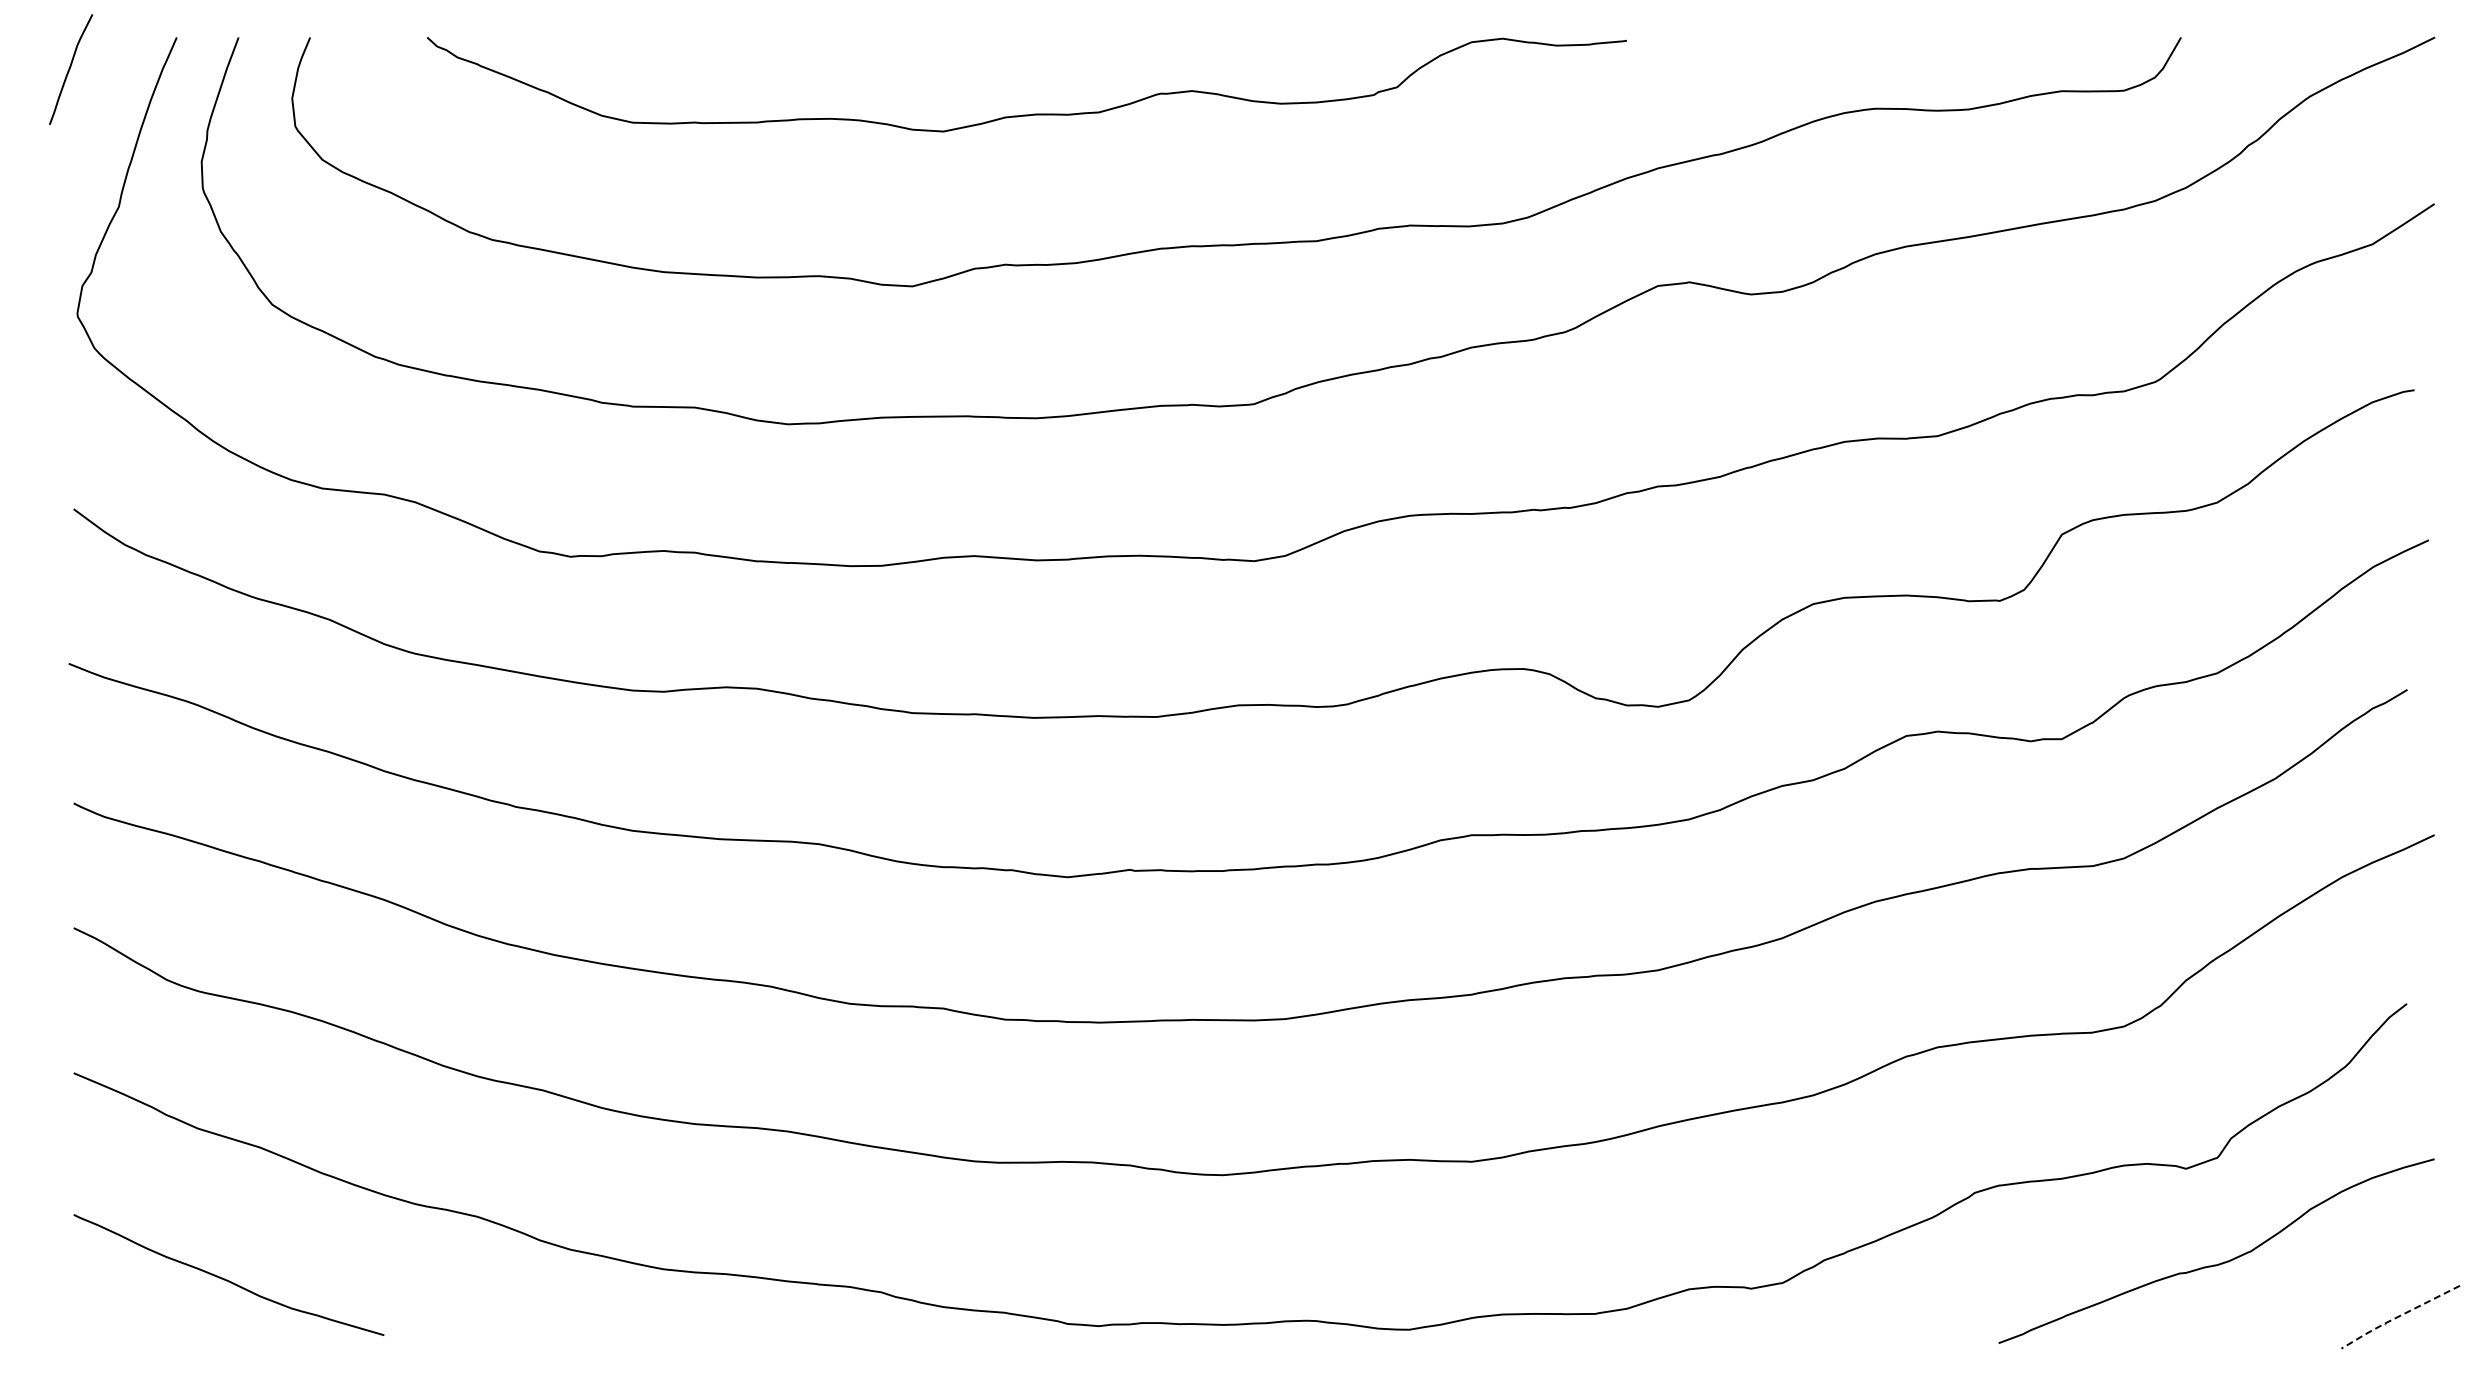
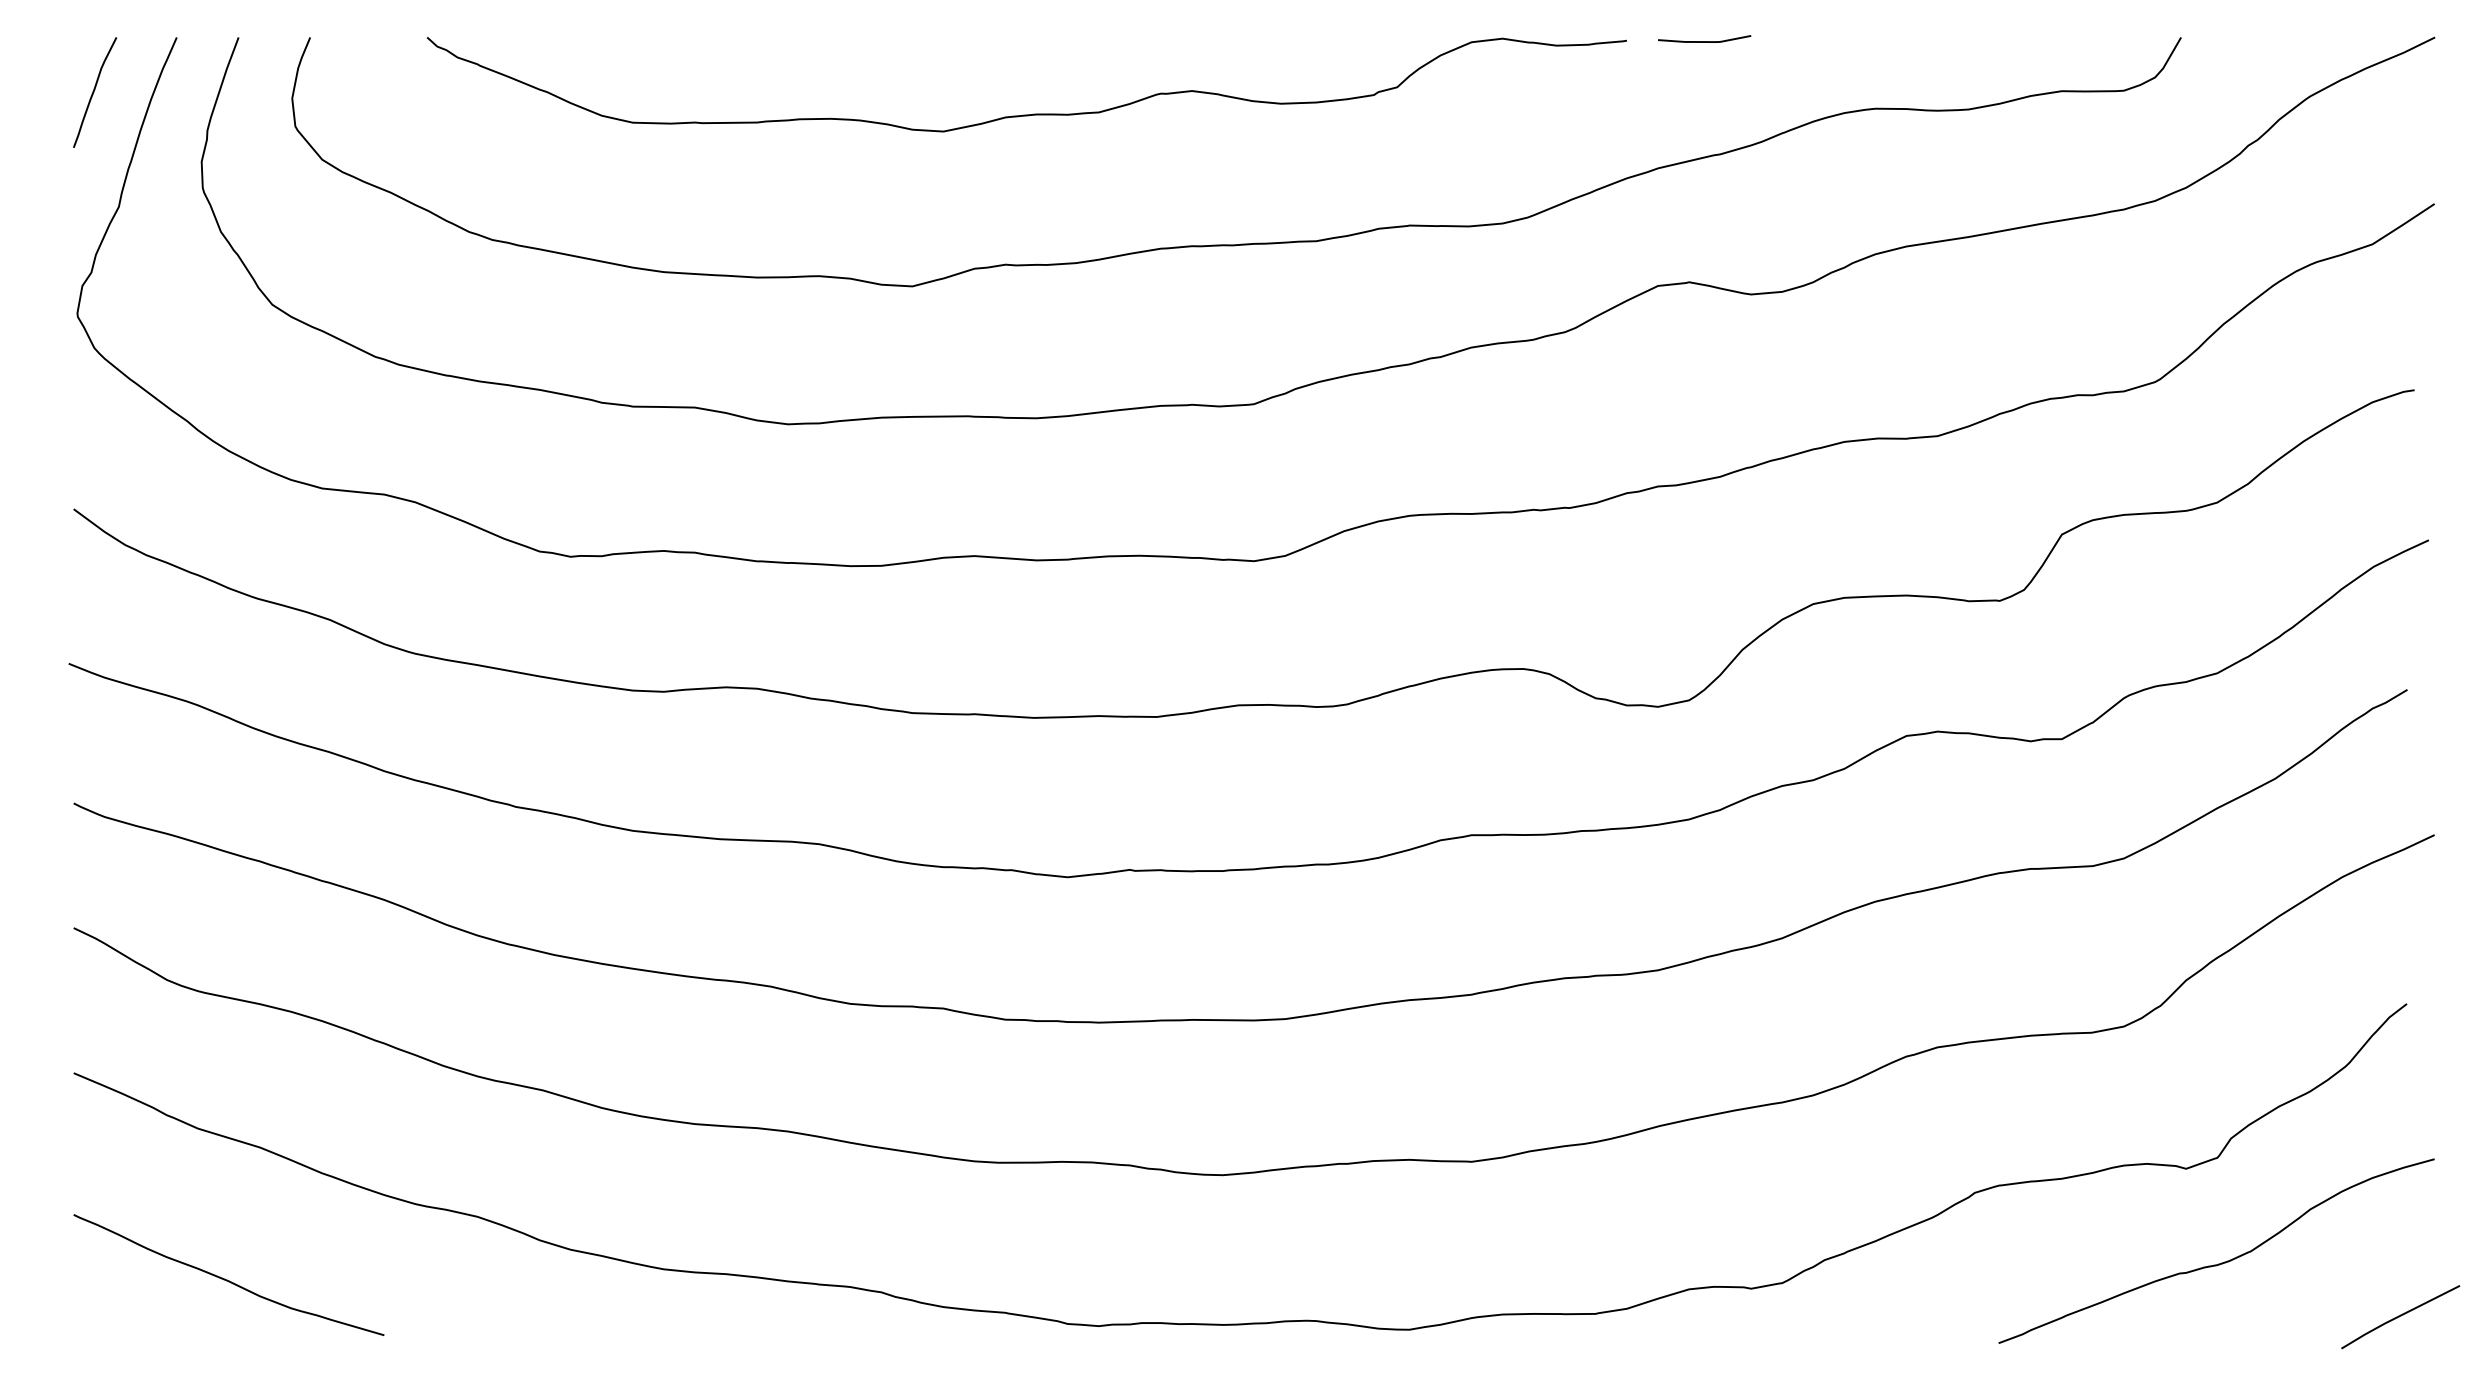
line at (1704, 41): none -> present
curve at (70, 69) position: (70, 69) -> (94, 92)
line at (2398, 1316): dashed -> solid
